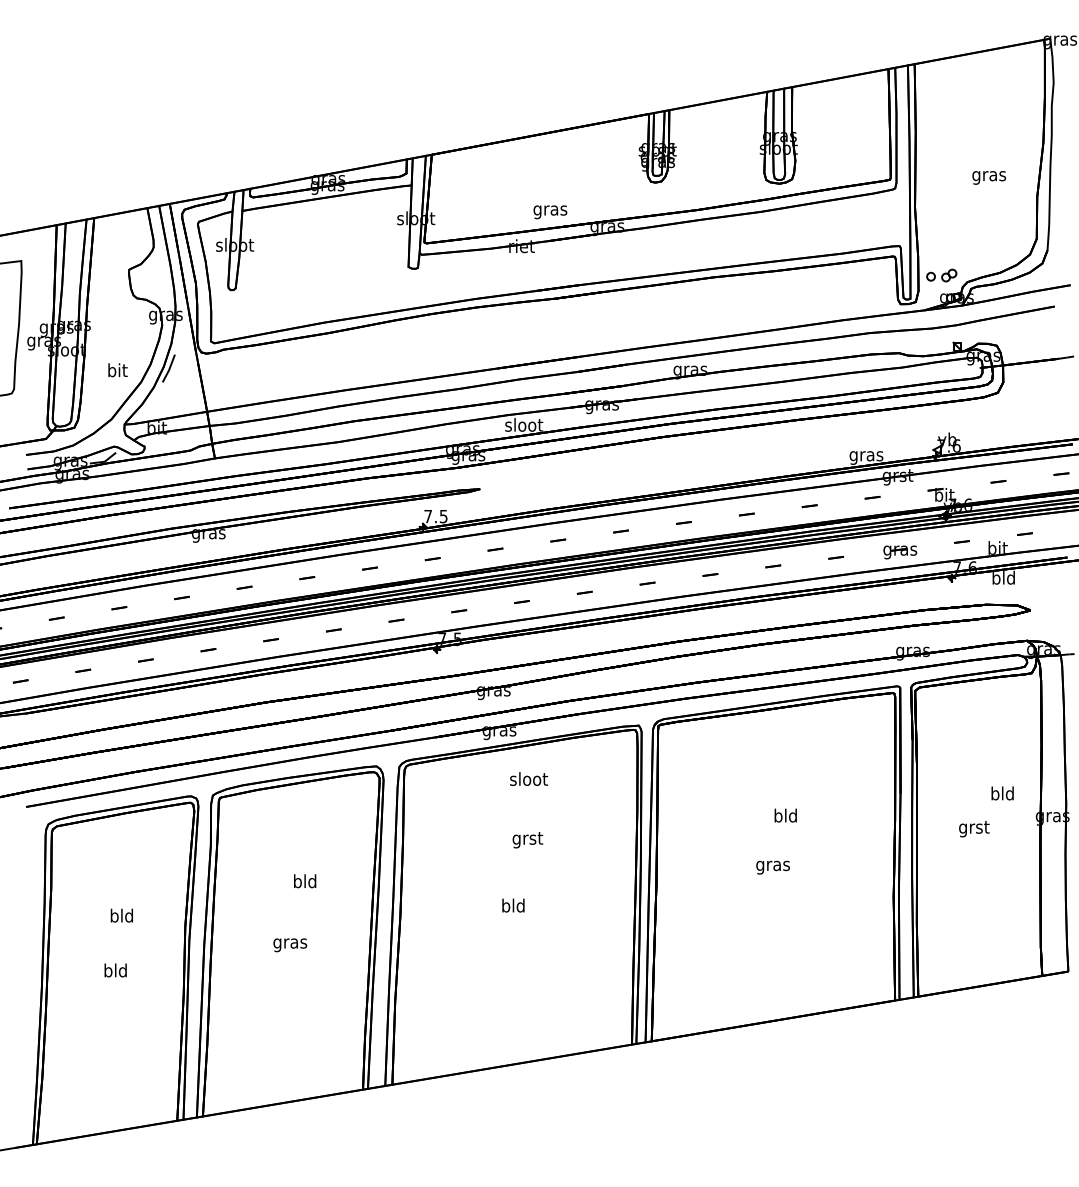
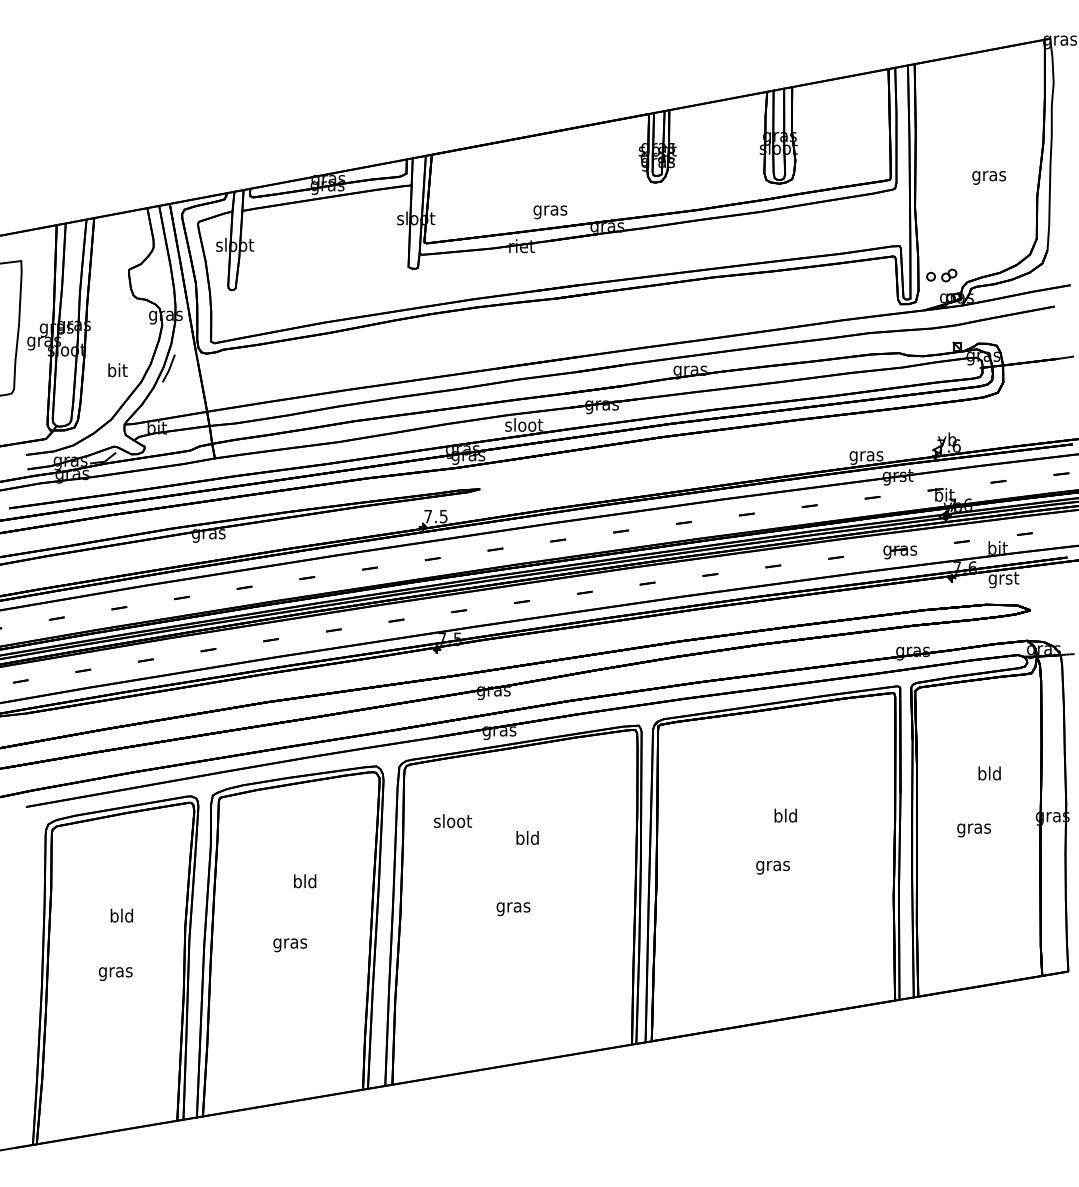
text at (1003, 579): bld -> grst
text at (529, 778) position: (529, 778) -> (453, 820)
text at (1002, 793) position: (1002, 793) -> (989, 773)
text at (973, 829): grst -> gras
text at (527, 839): grst -> bld
text at (513, 907): bld -> gras
text at (115, 971): bld -> gras
